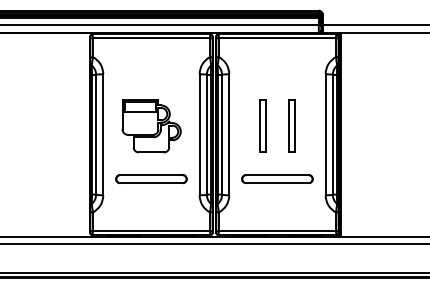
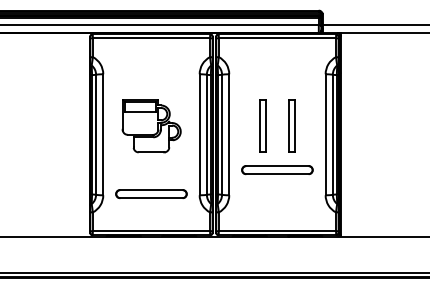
part at (151, 178) position: (151, 178) -> (151, 193)
part at (277, 179) position: (277, 179) -> (277, 170)
line at (214, 244): present -> none
